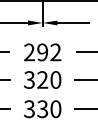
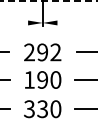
line at (49, 1): solid -> dashed
line at (15, 22): present -> none
line at (73, 22): present -> none
text at (35, 79): 320 -> 190
